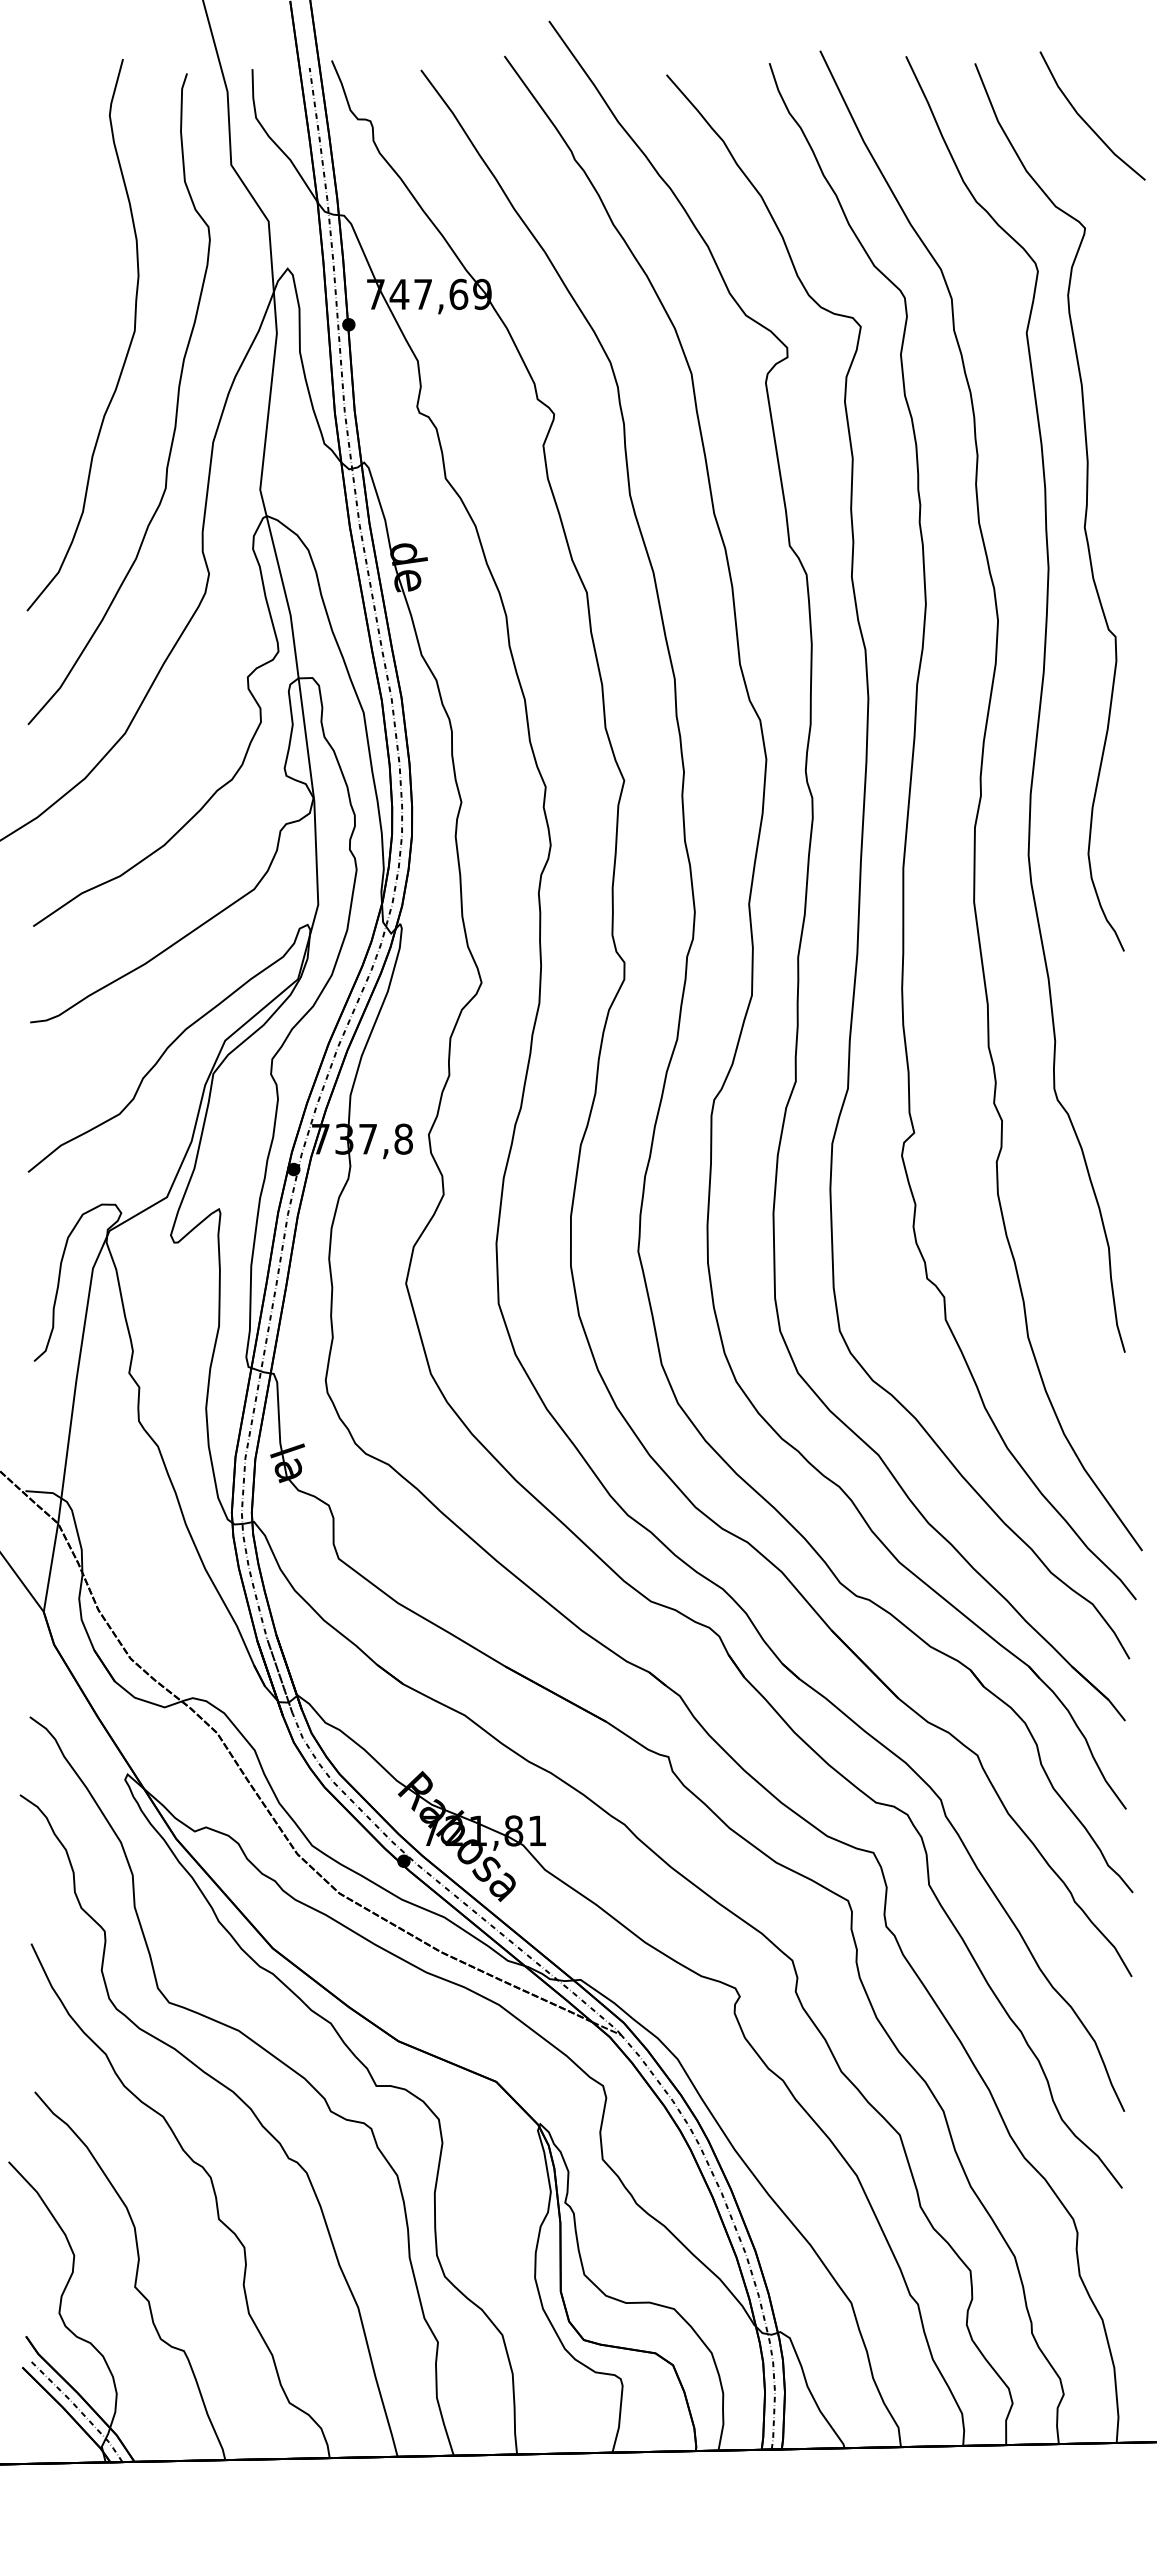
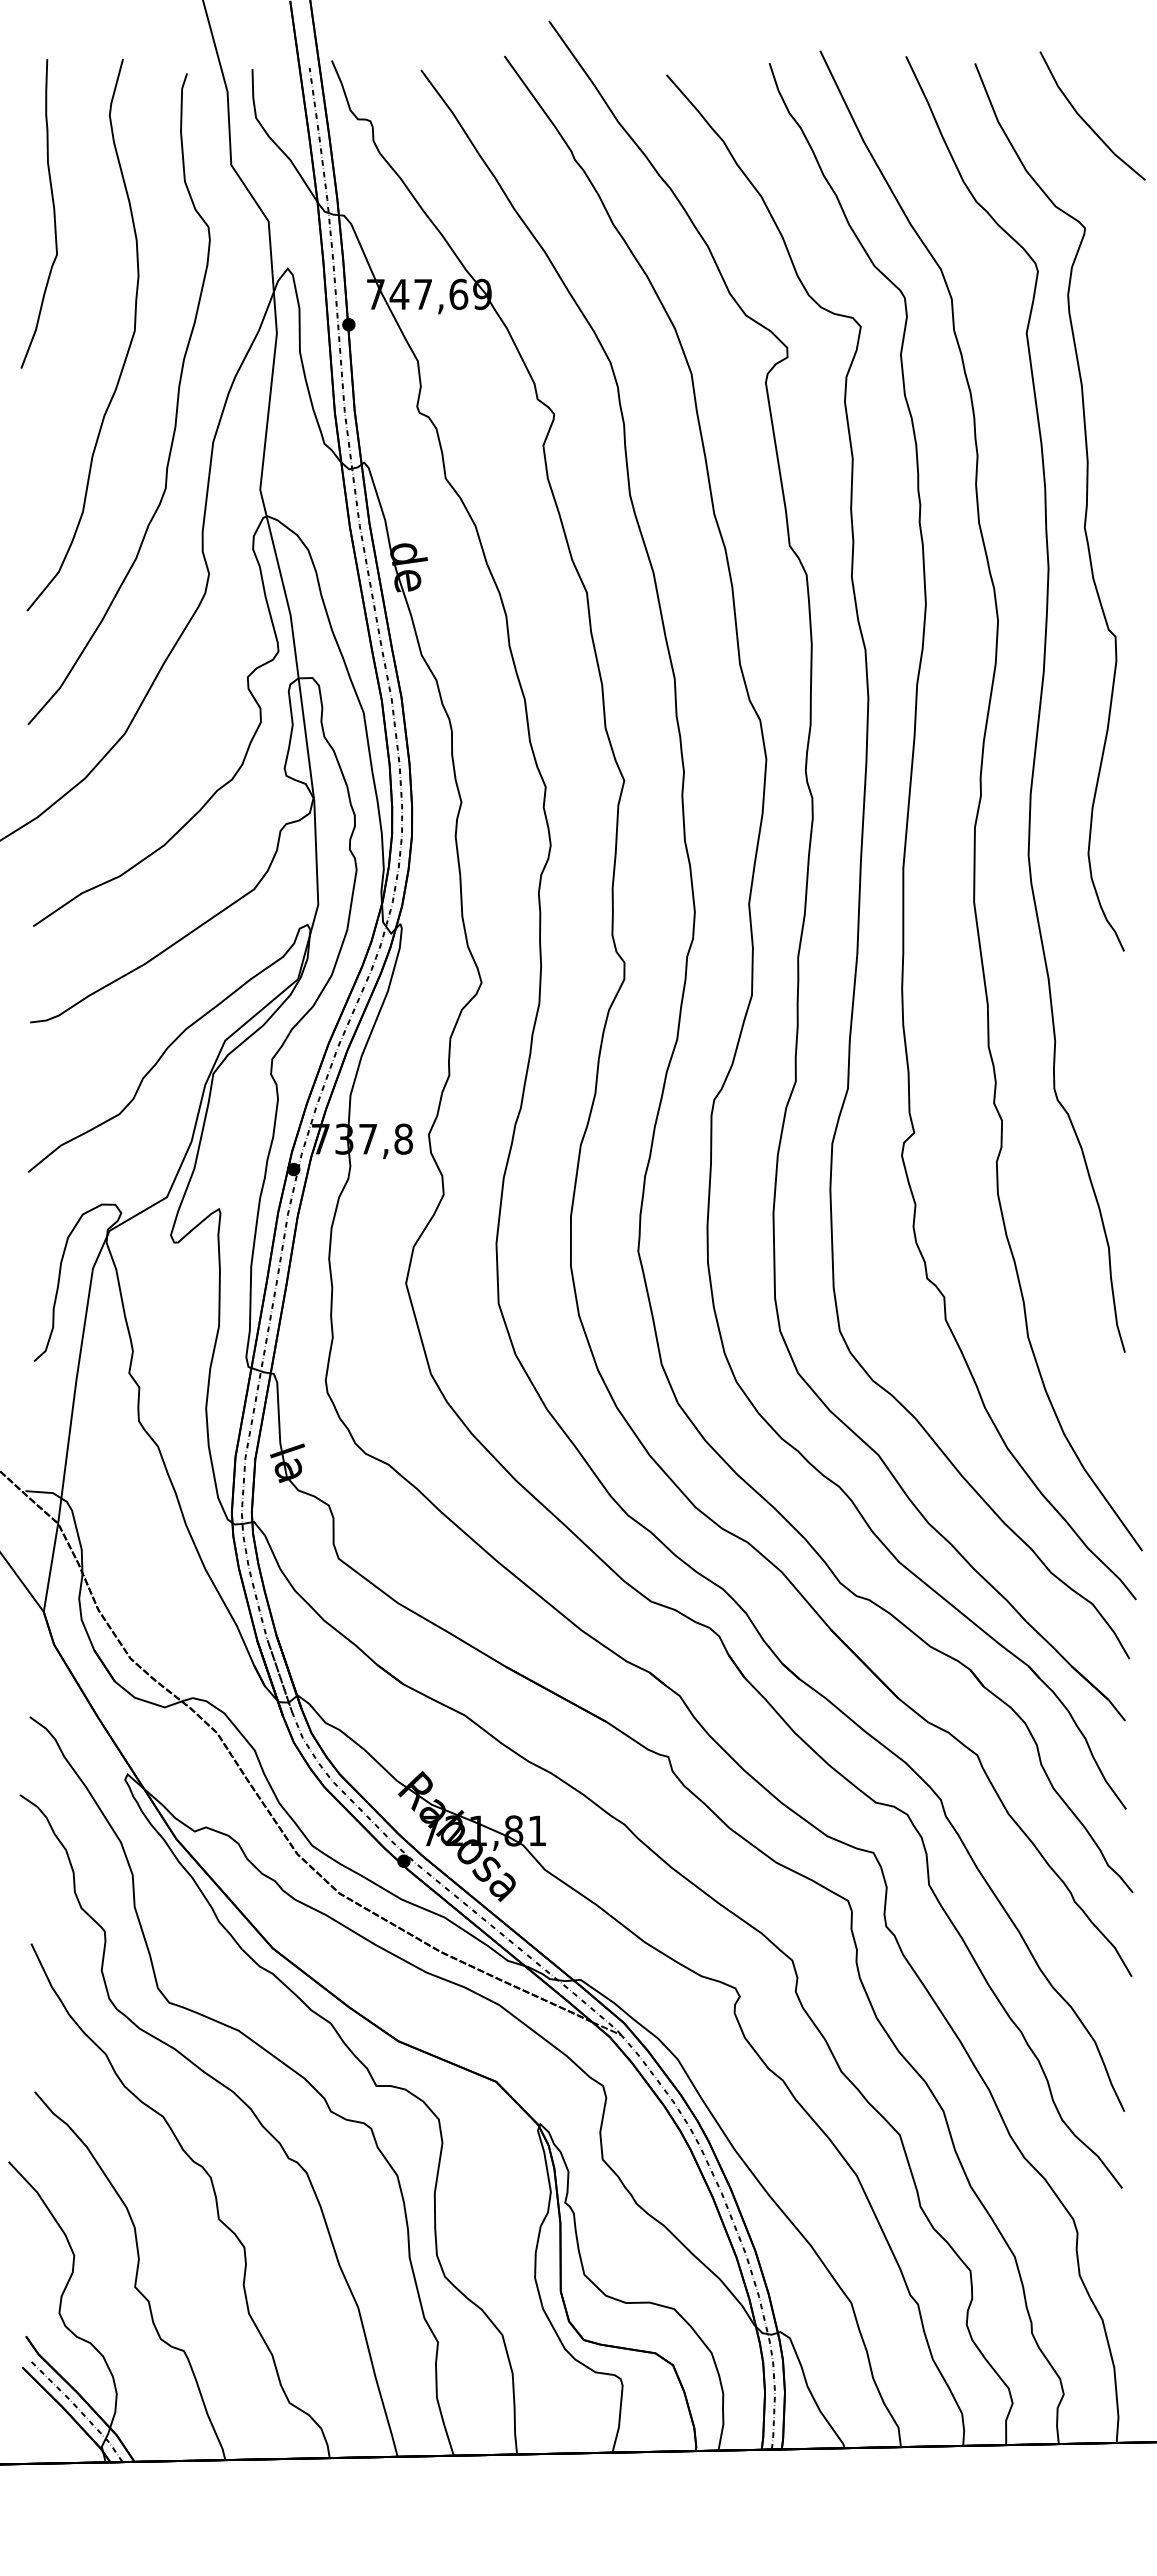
curve at (53, 213): none -> present
